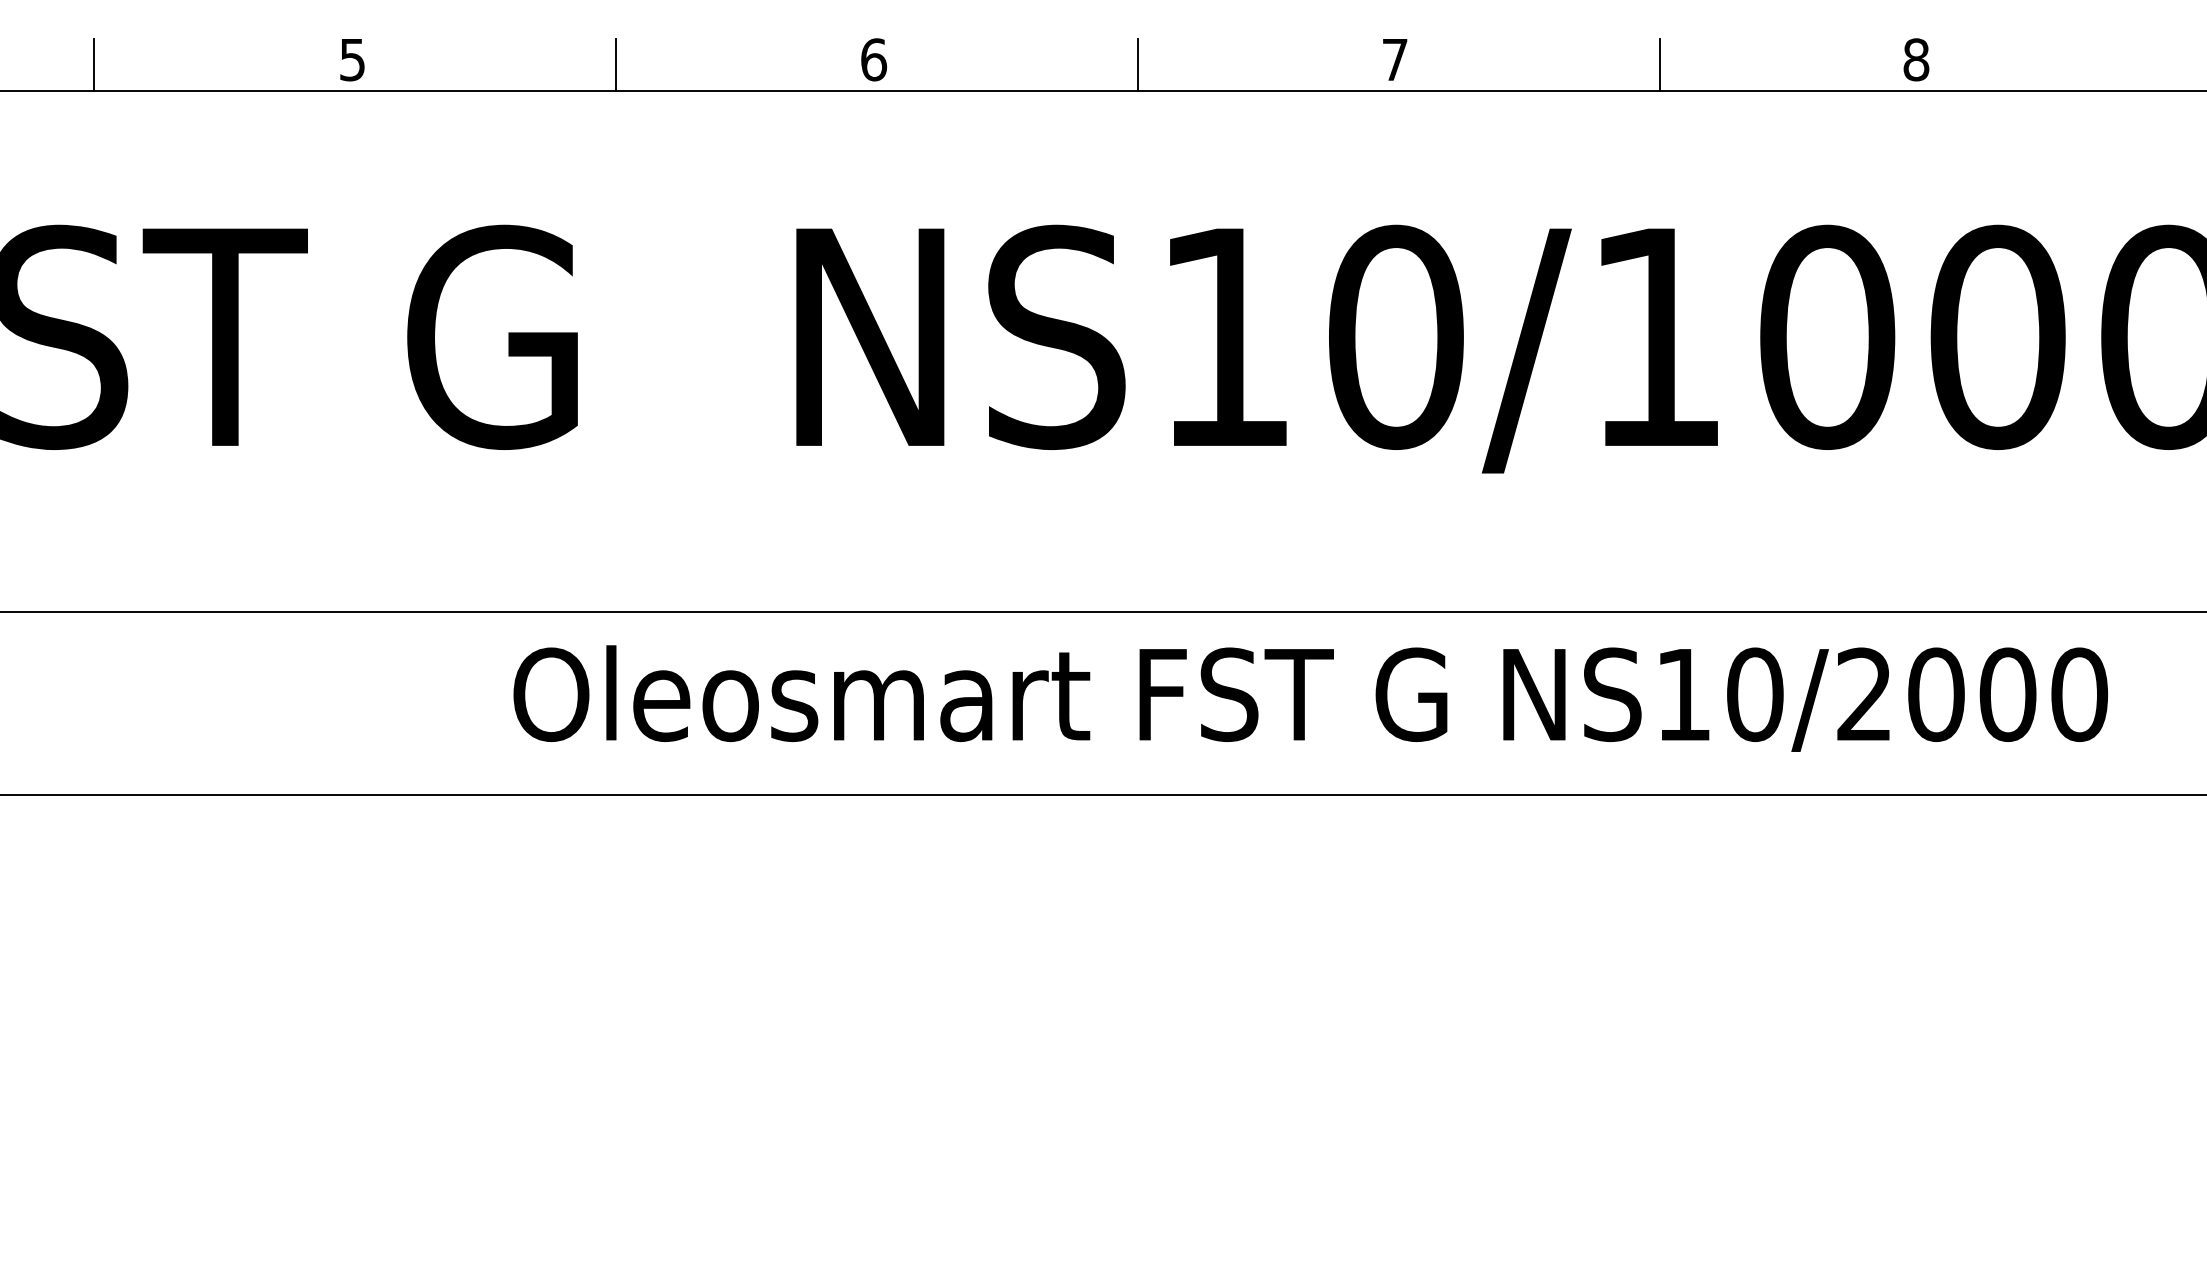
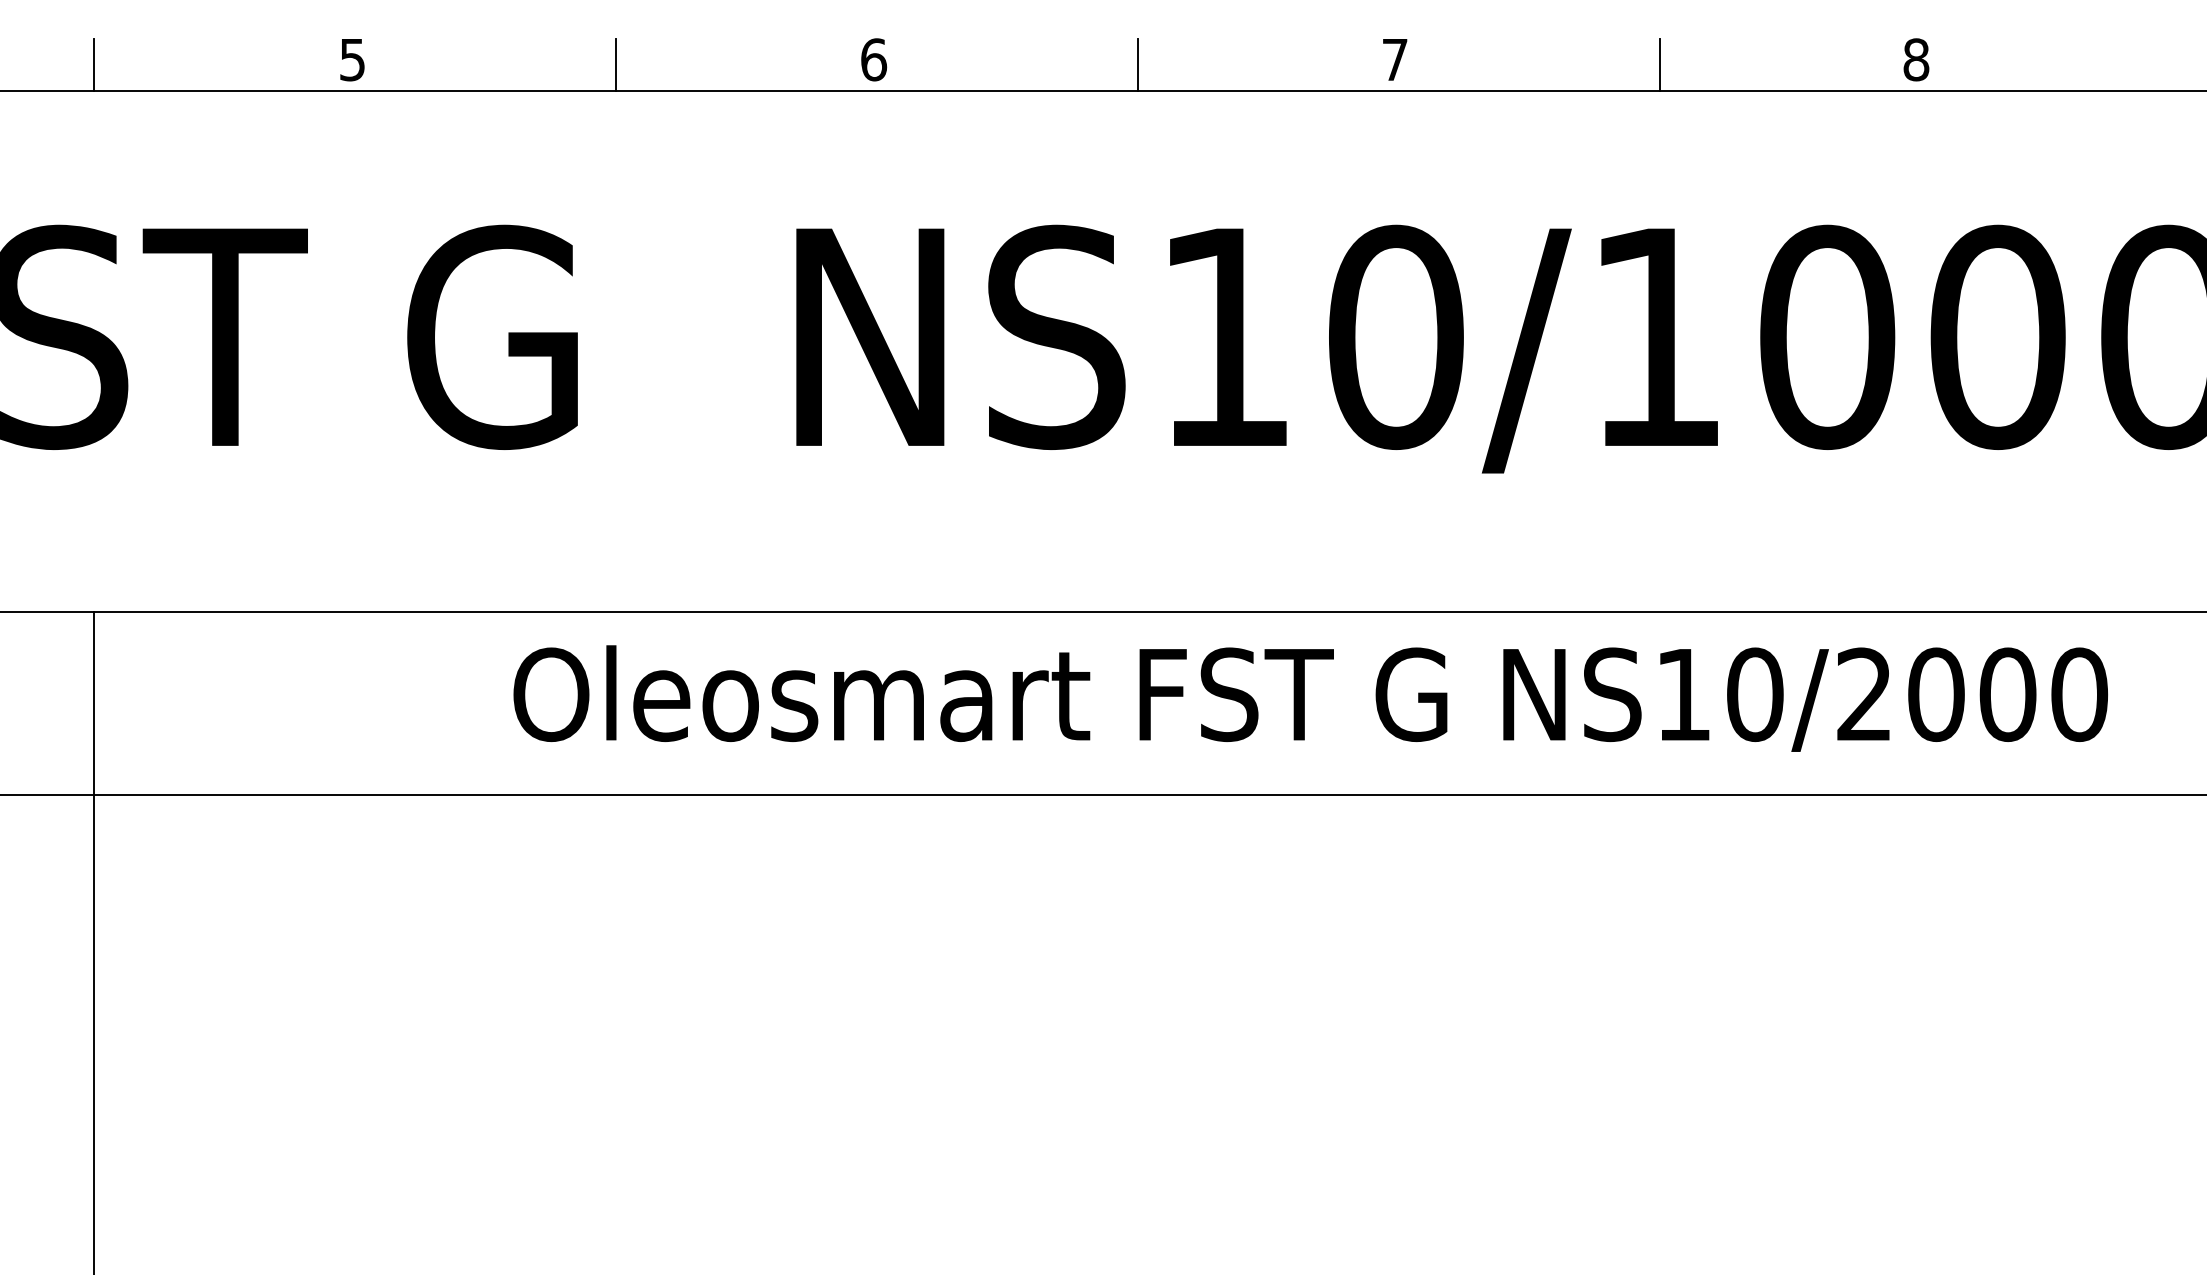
line at (94, 941): none -> present
